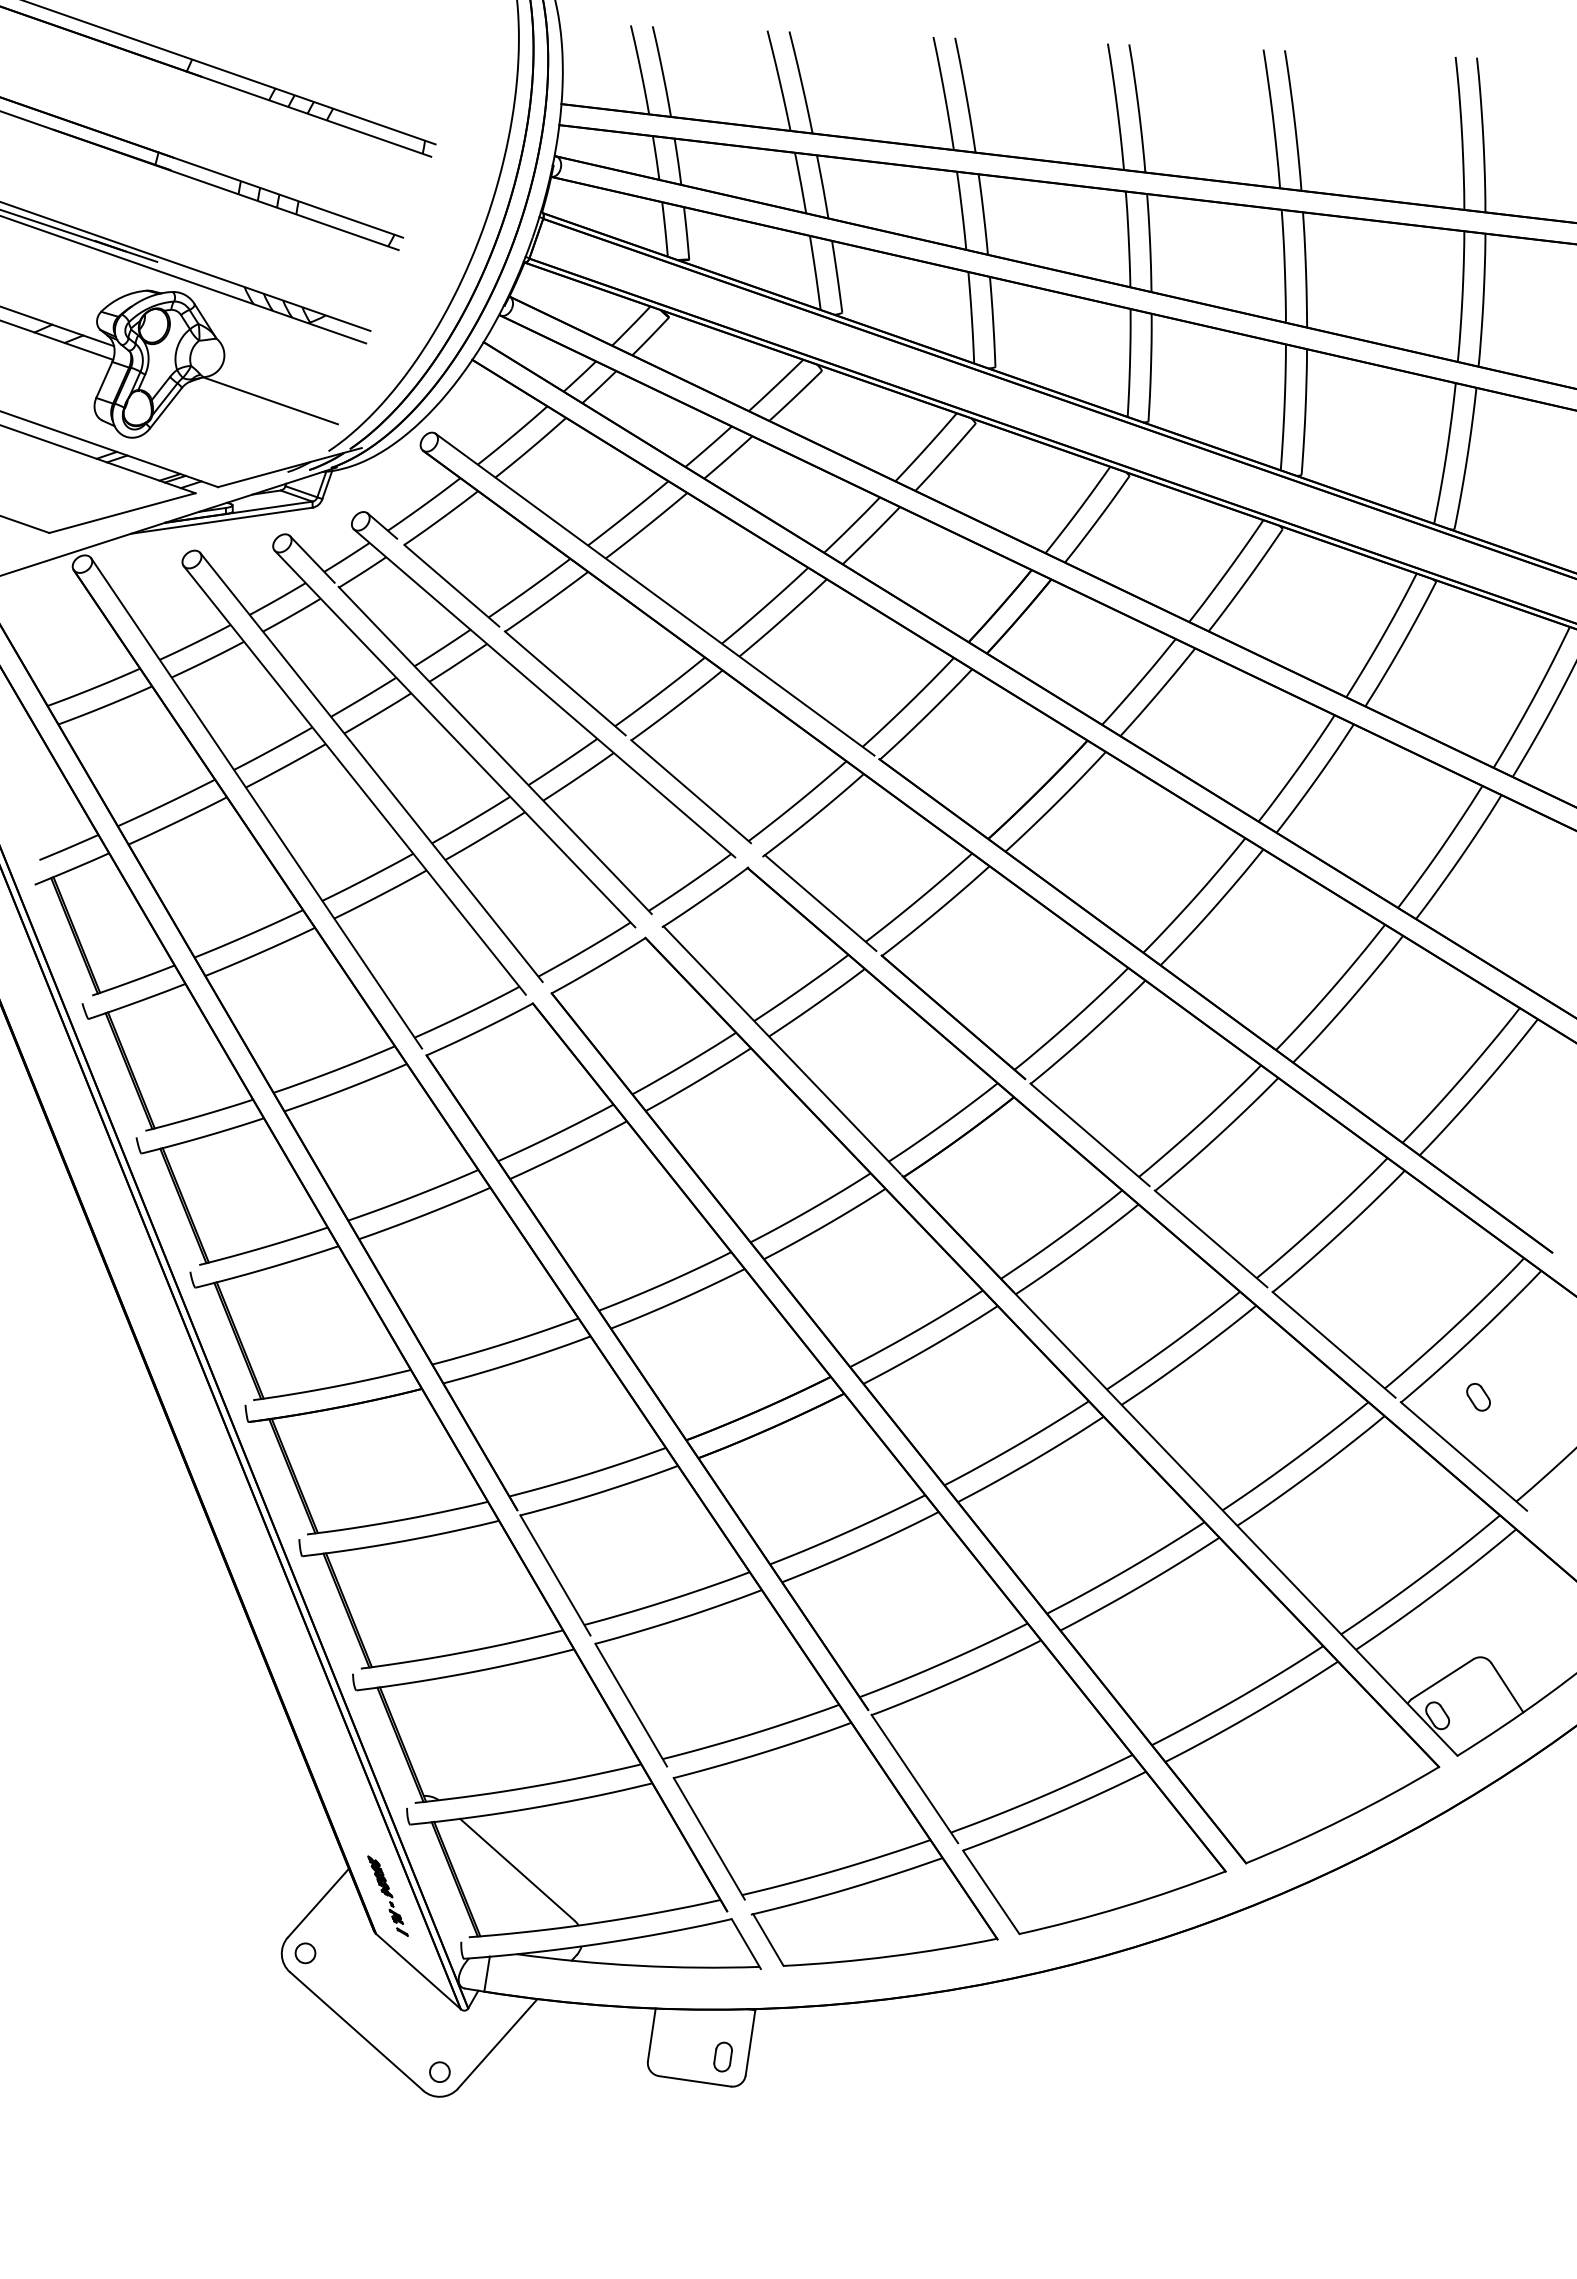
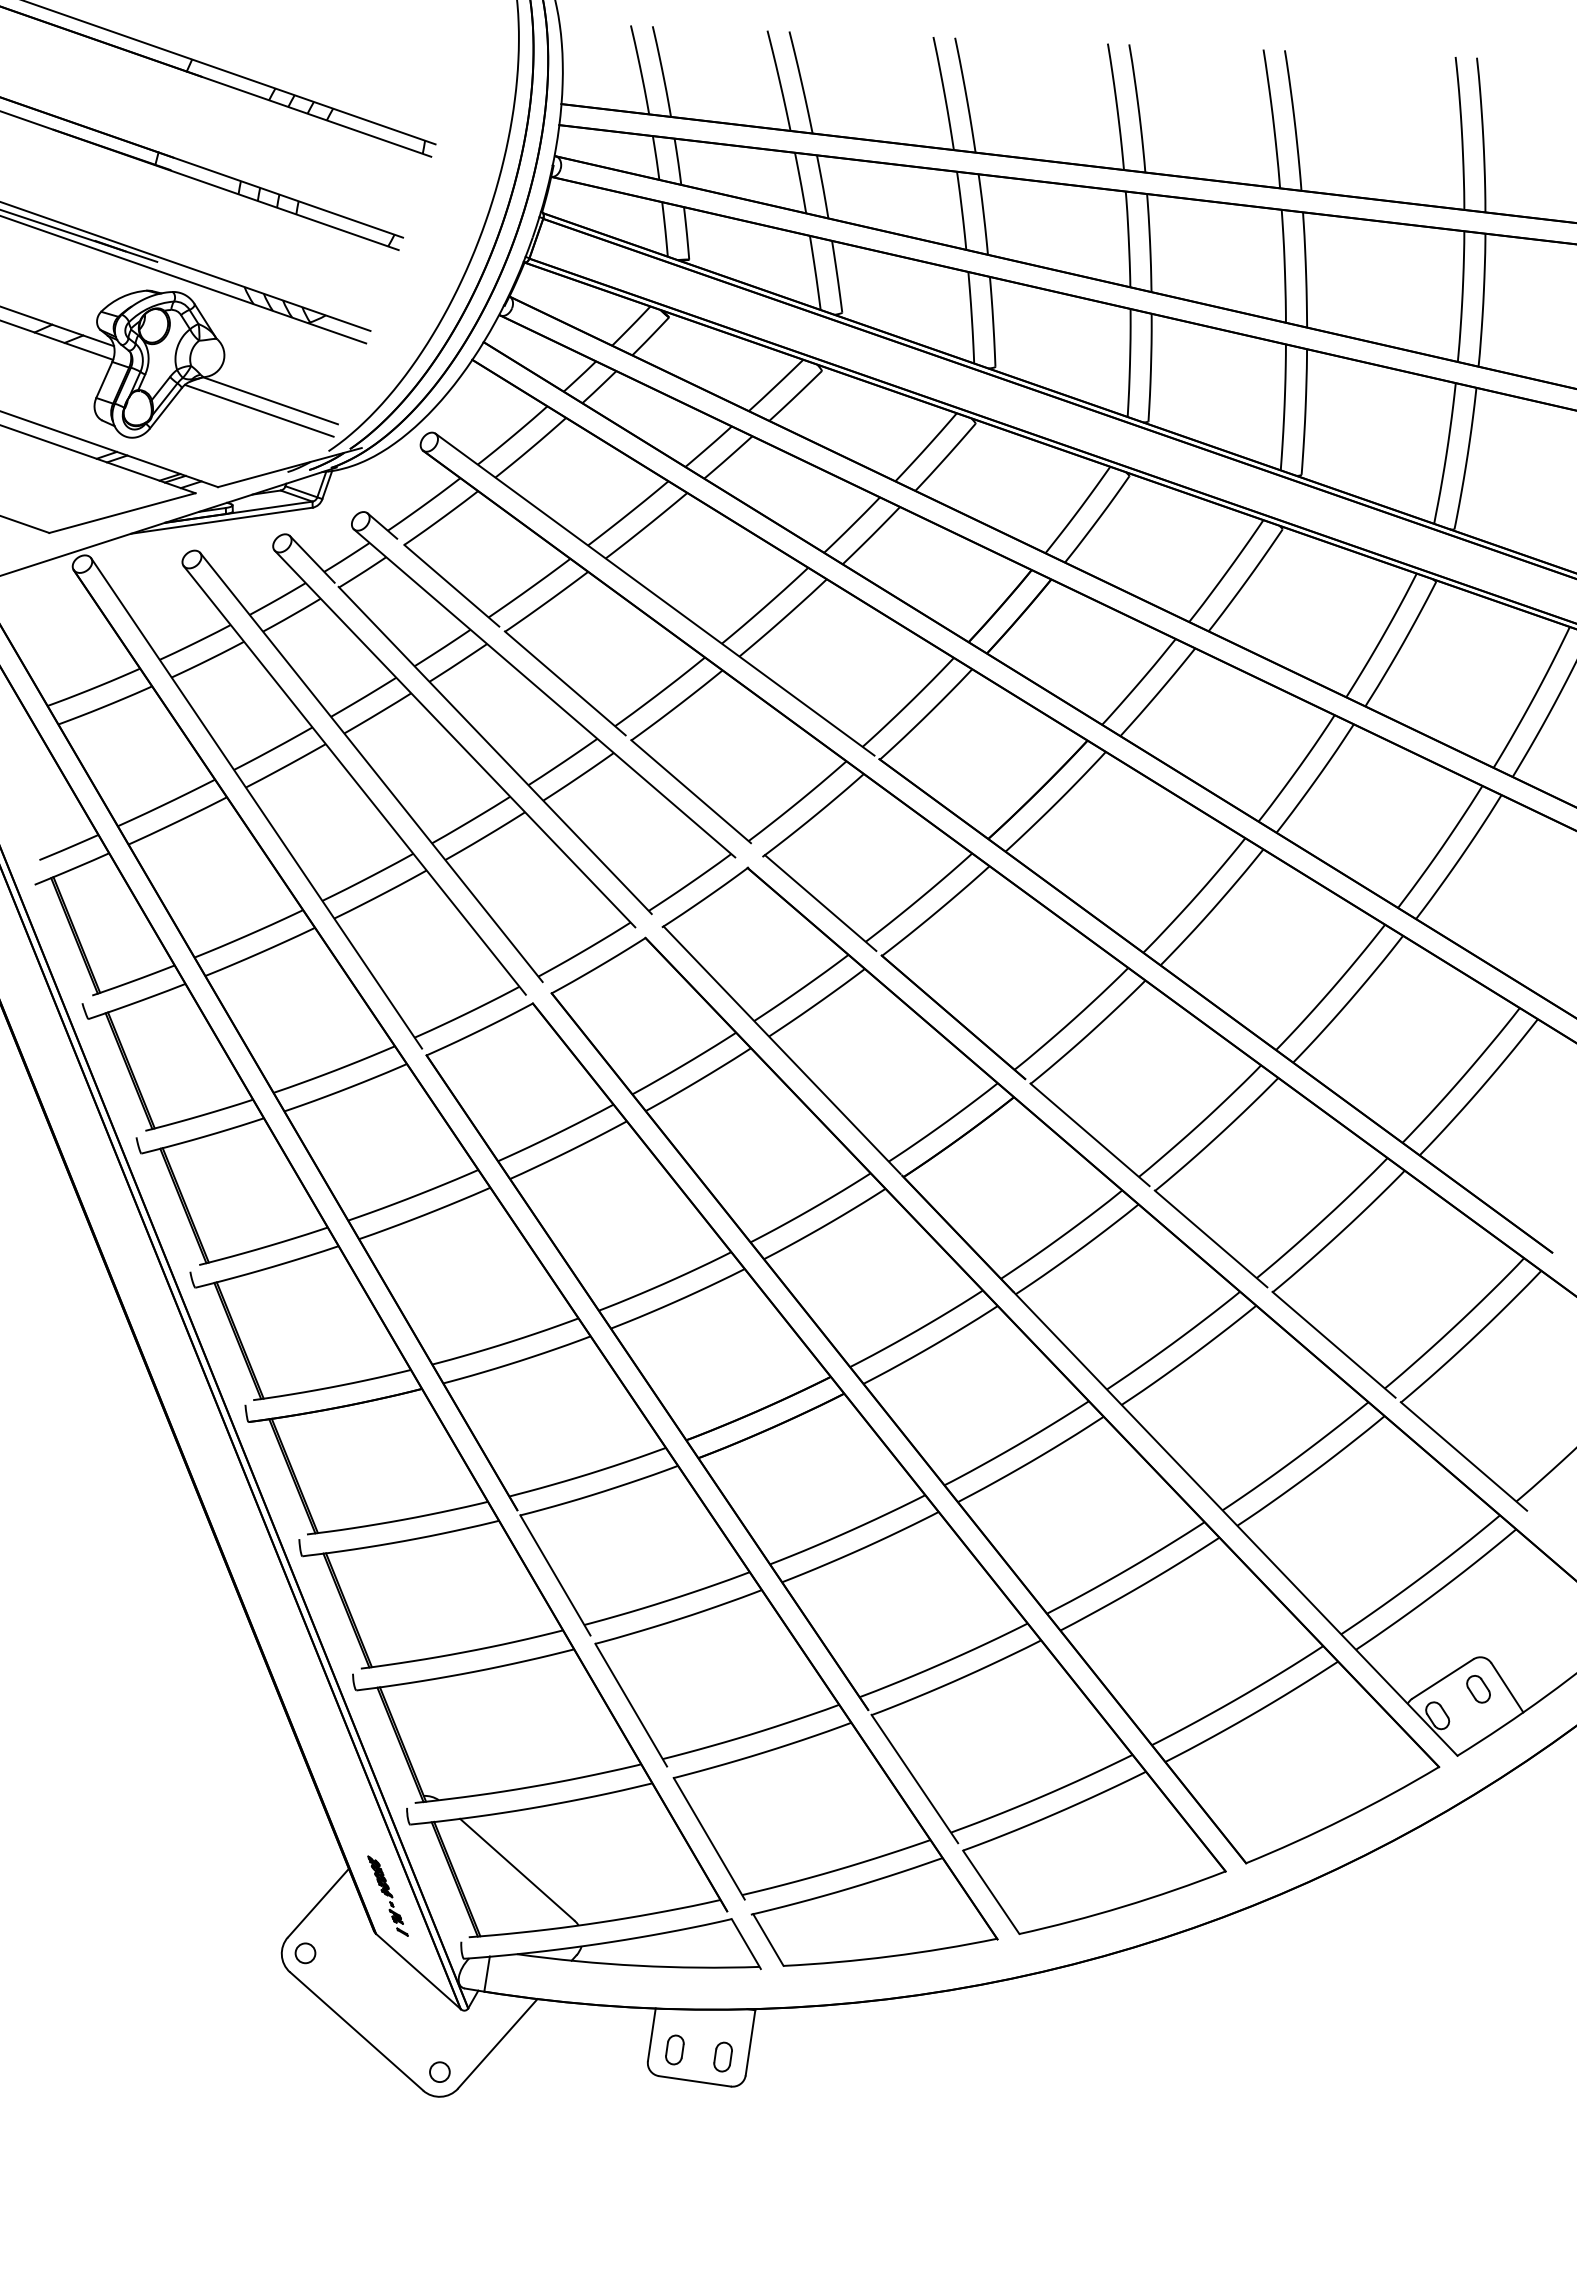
line at (258, 410): none -> present
part at (1478, 1397) position: (1478, 1397) -> (1478, 1689)
part at (674, 2049): none -> present
